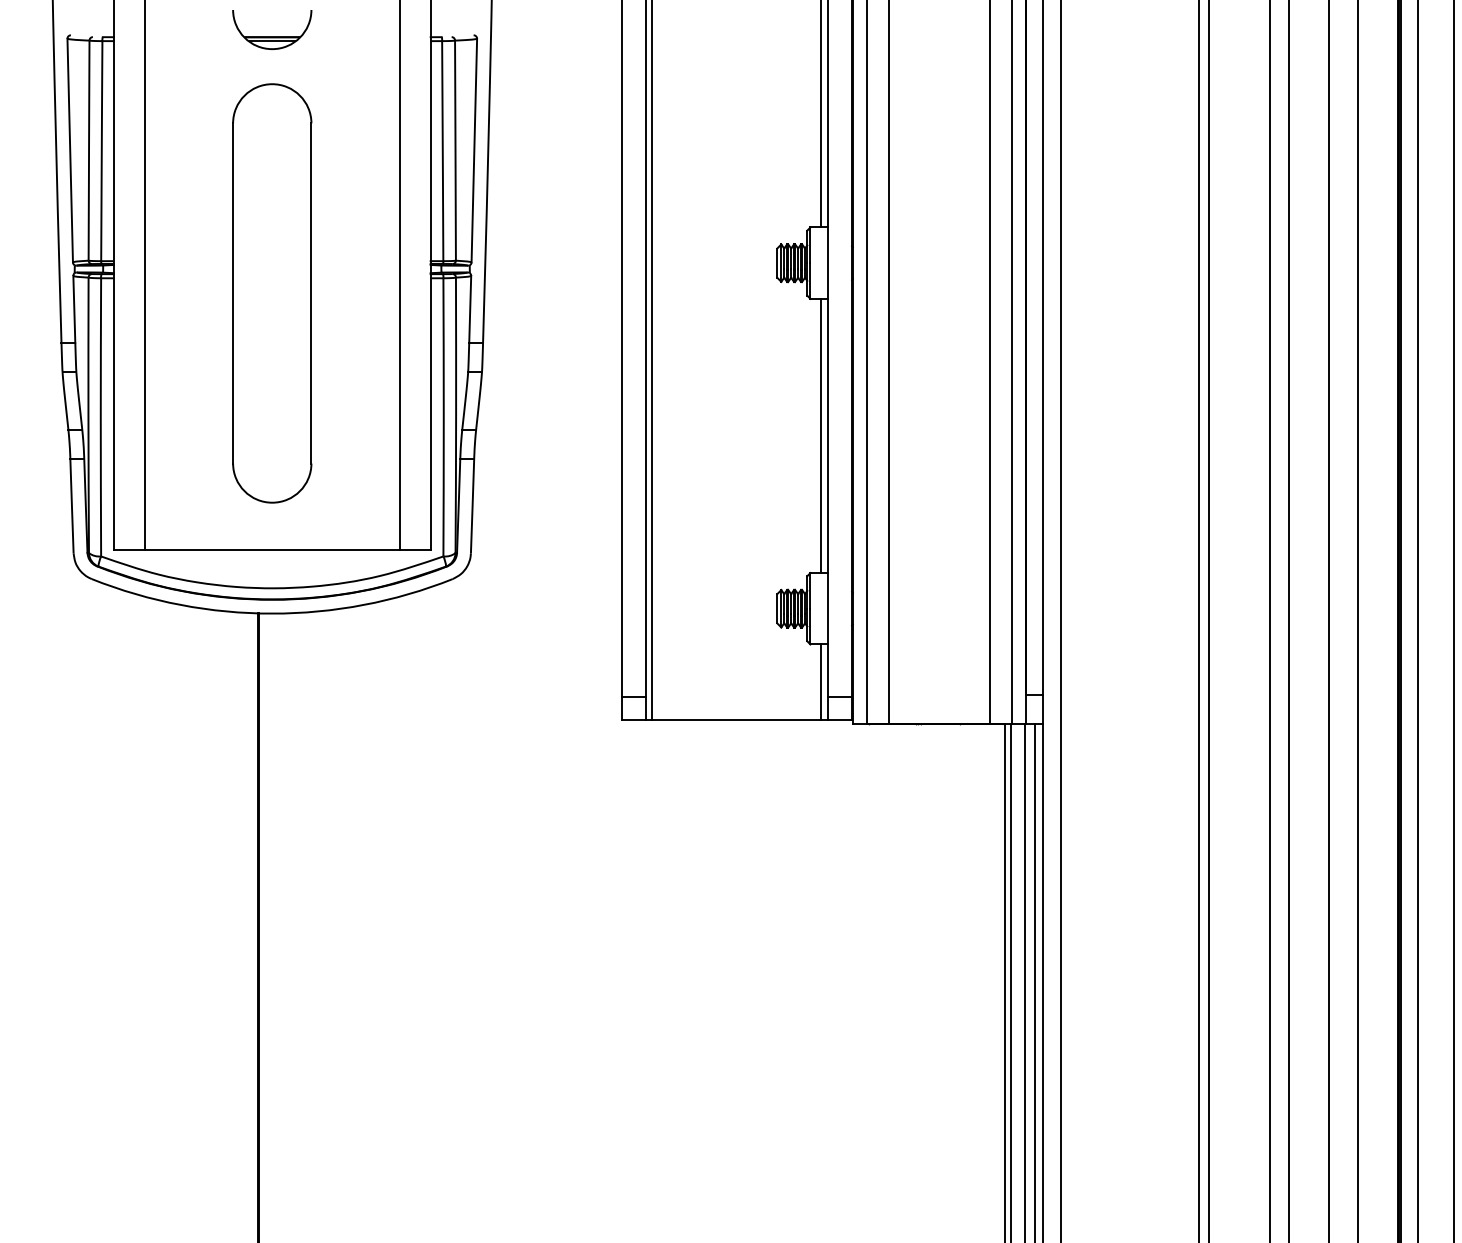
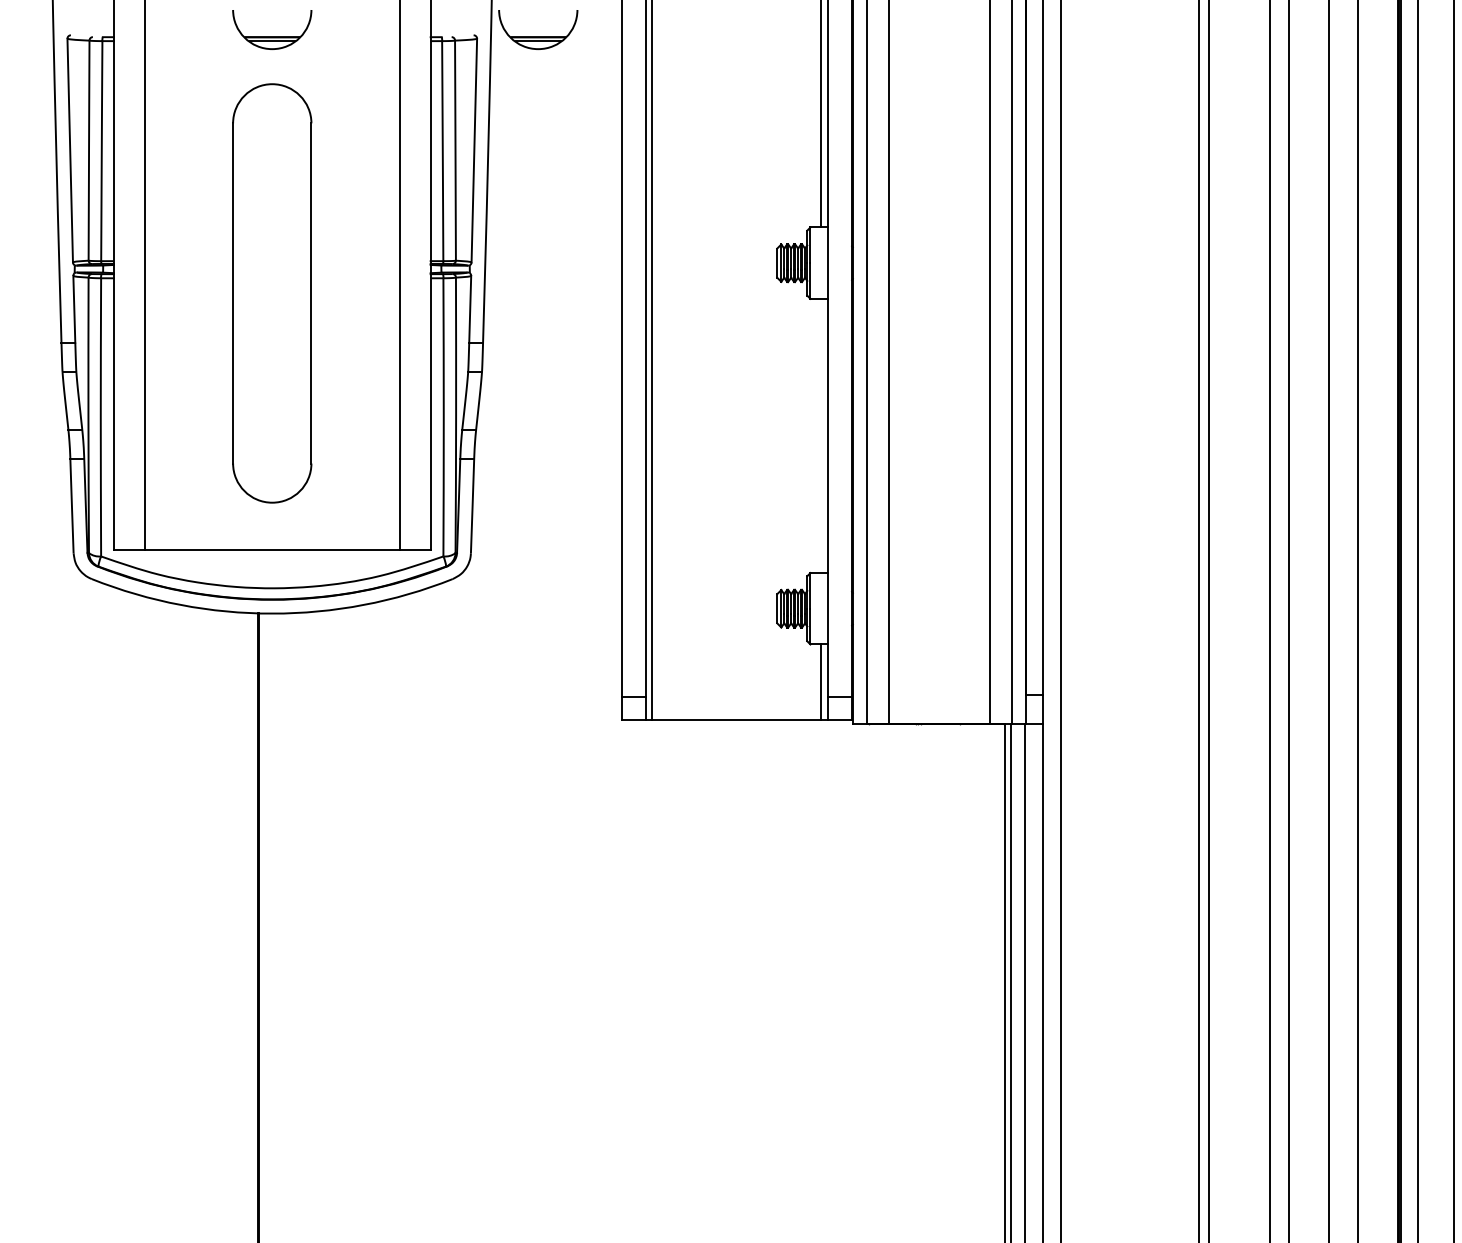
part at (538, 36): none -> present
line at (821, 435): present -> none
line at (1034, 981): present -> none
